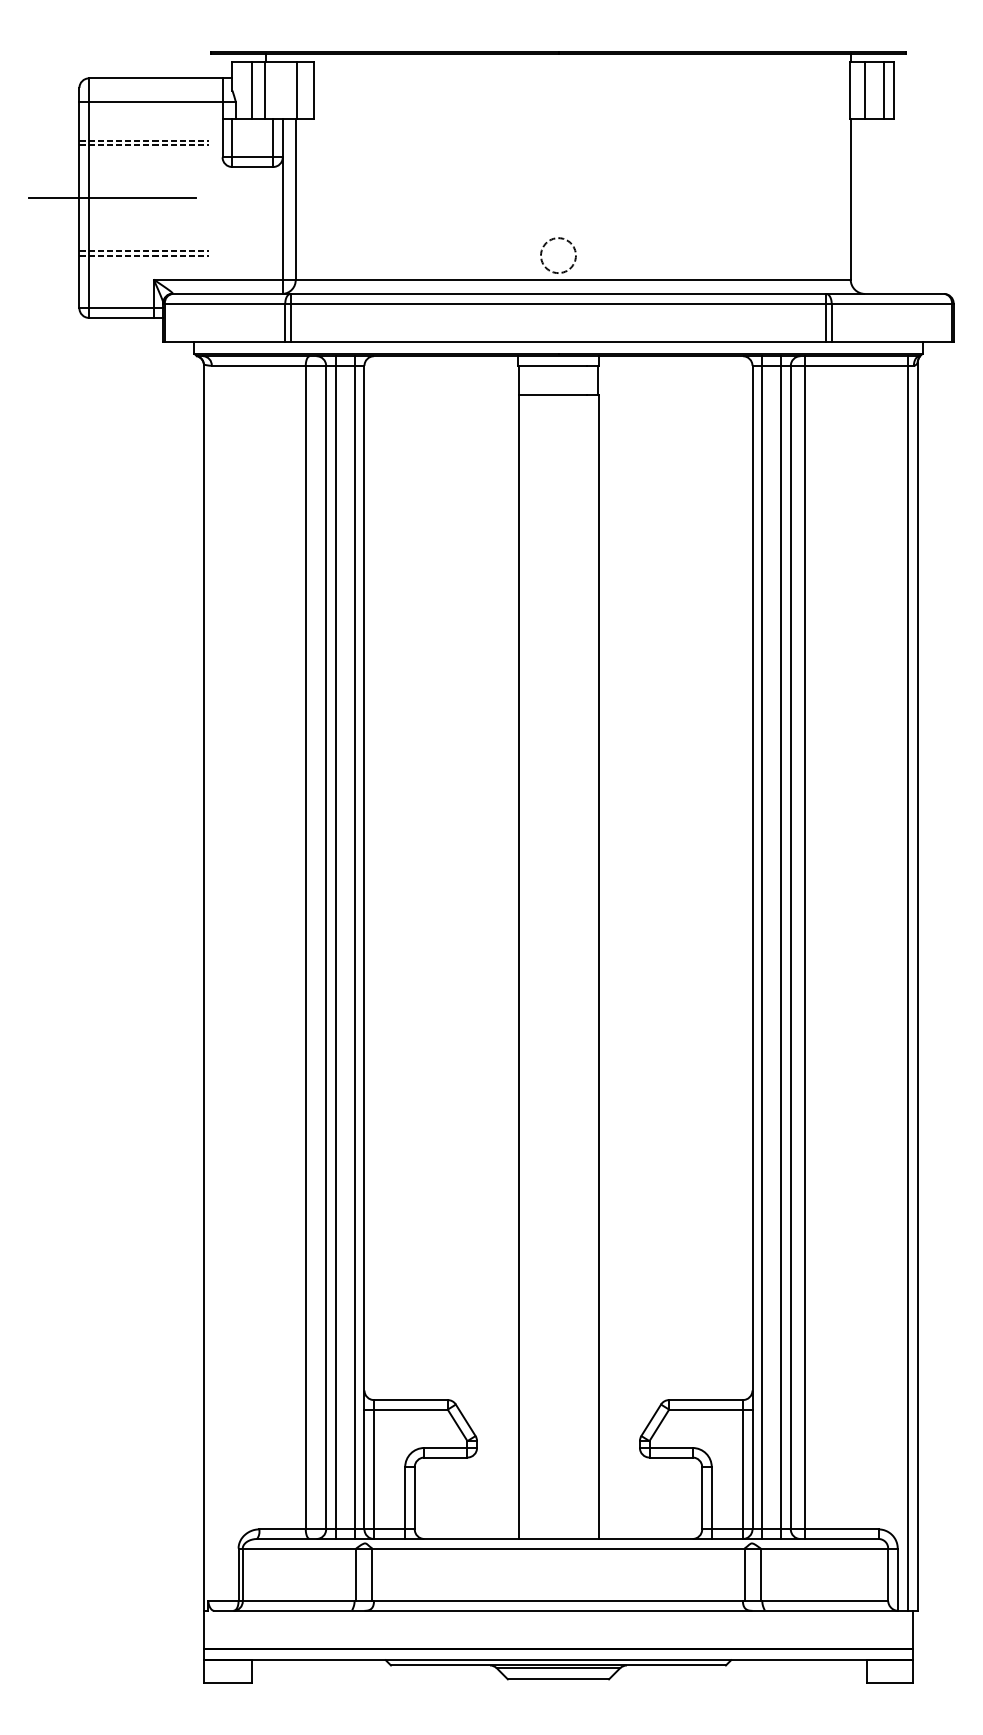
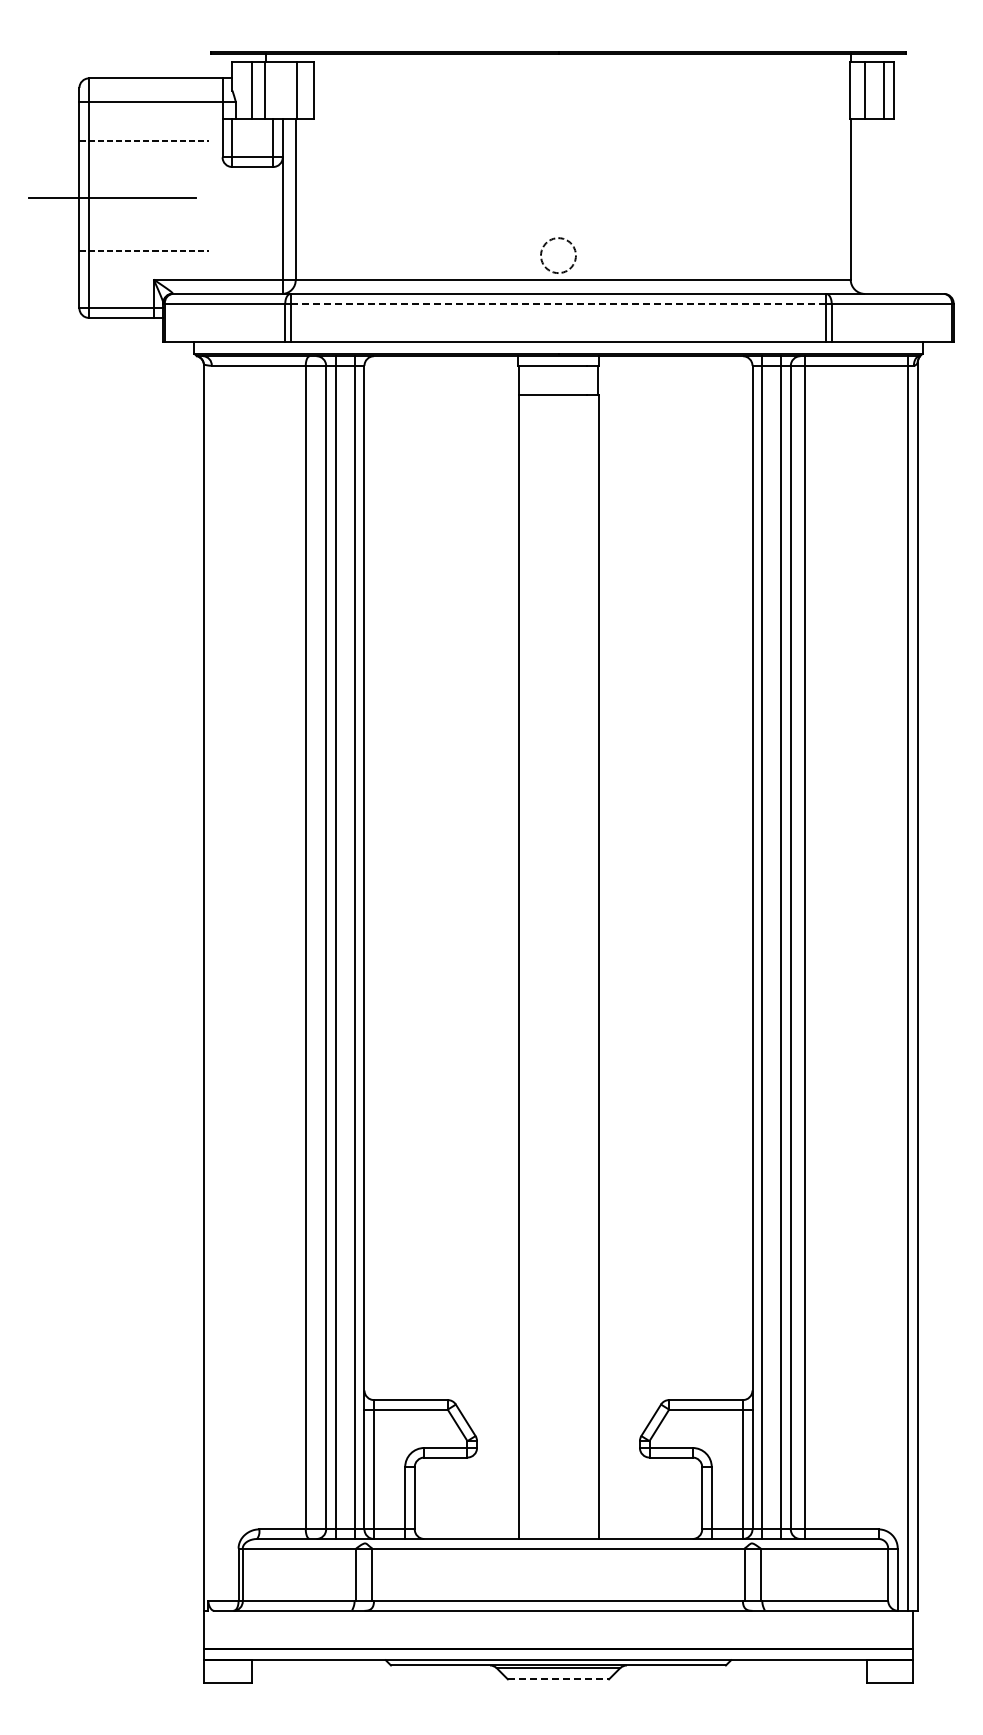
line at (144, 145): present -> none
line at (144, 255): present -> none
line at (558, 303): solid -> dashed
line at (558, 1679): solid -> dashed
